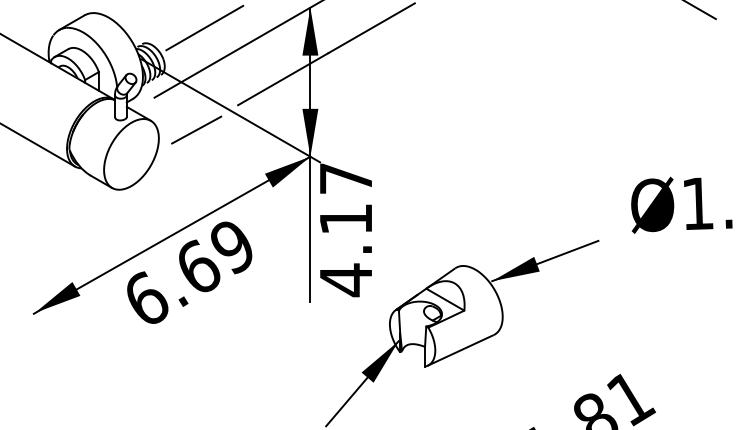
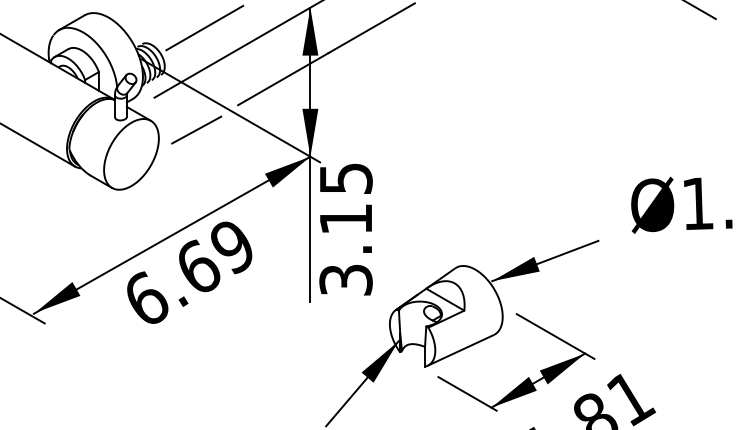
text at (345, 230): 4.17 -> 3.15
line at (23, 311): none -> present
part at (526, 378): none -> present
